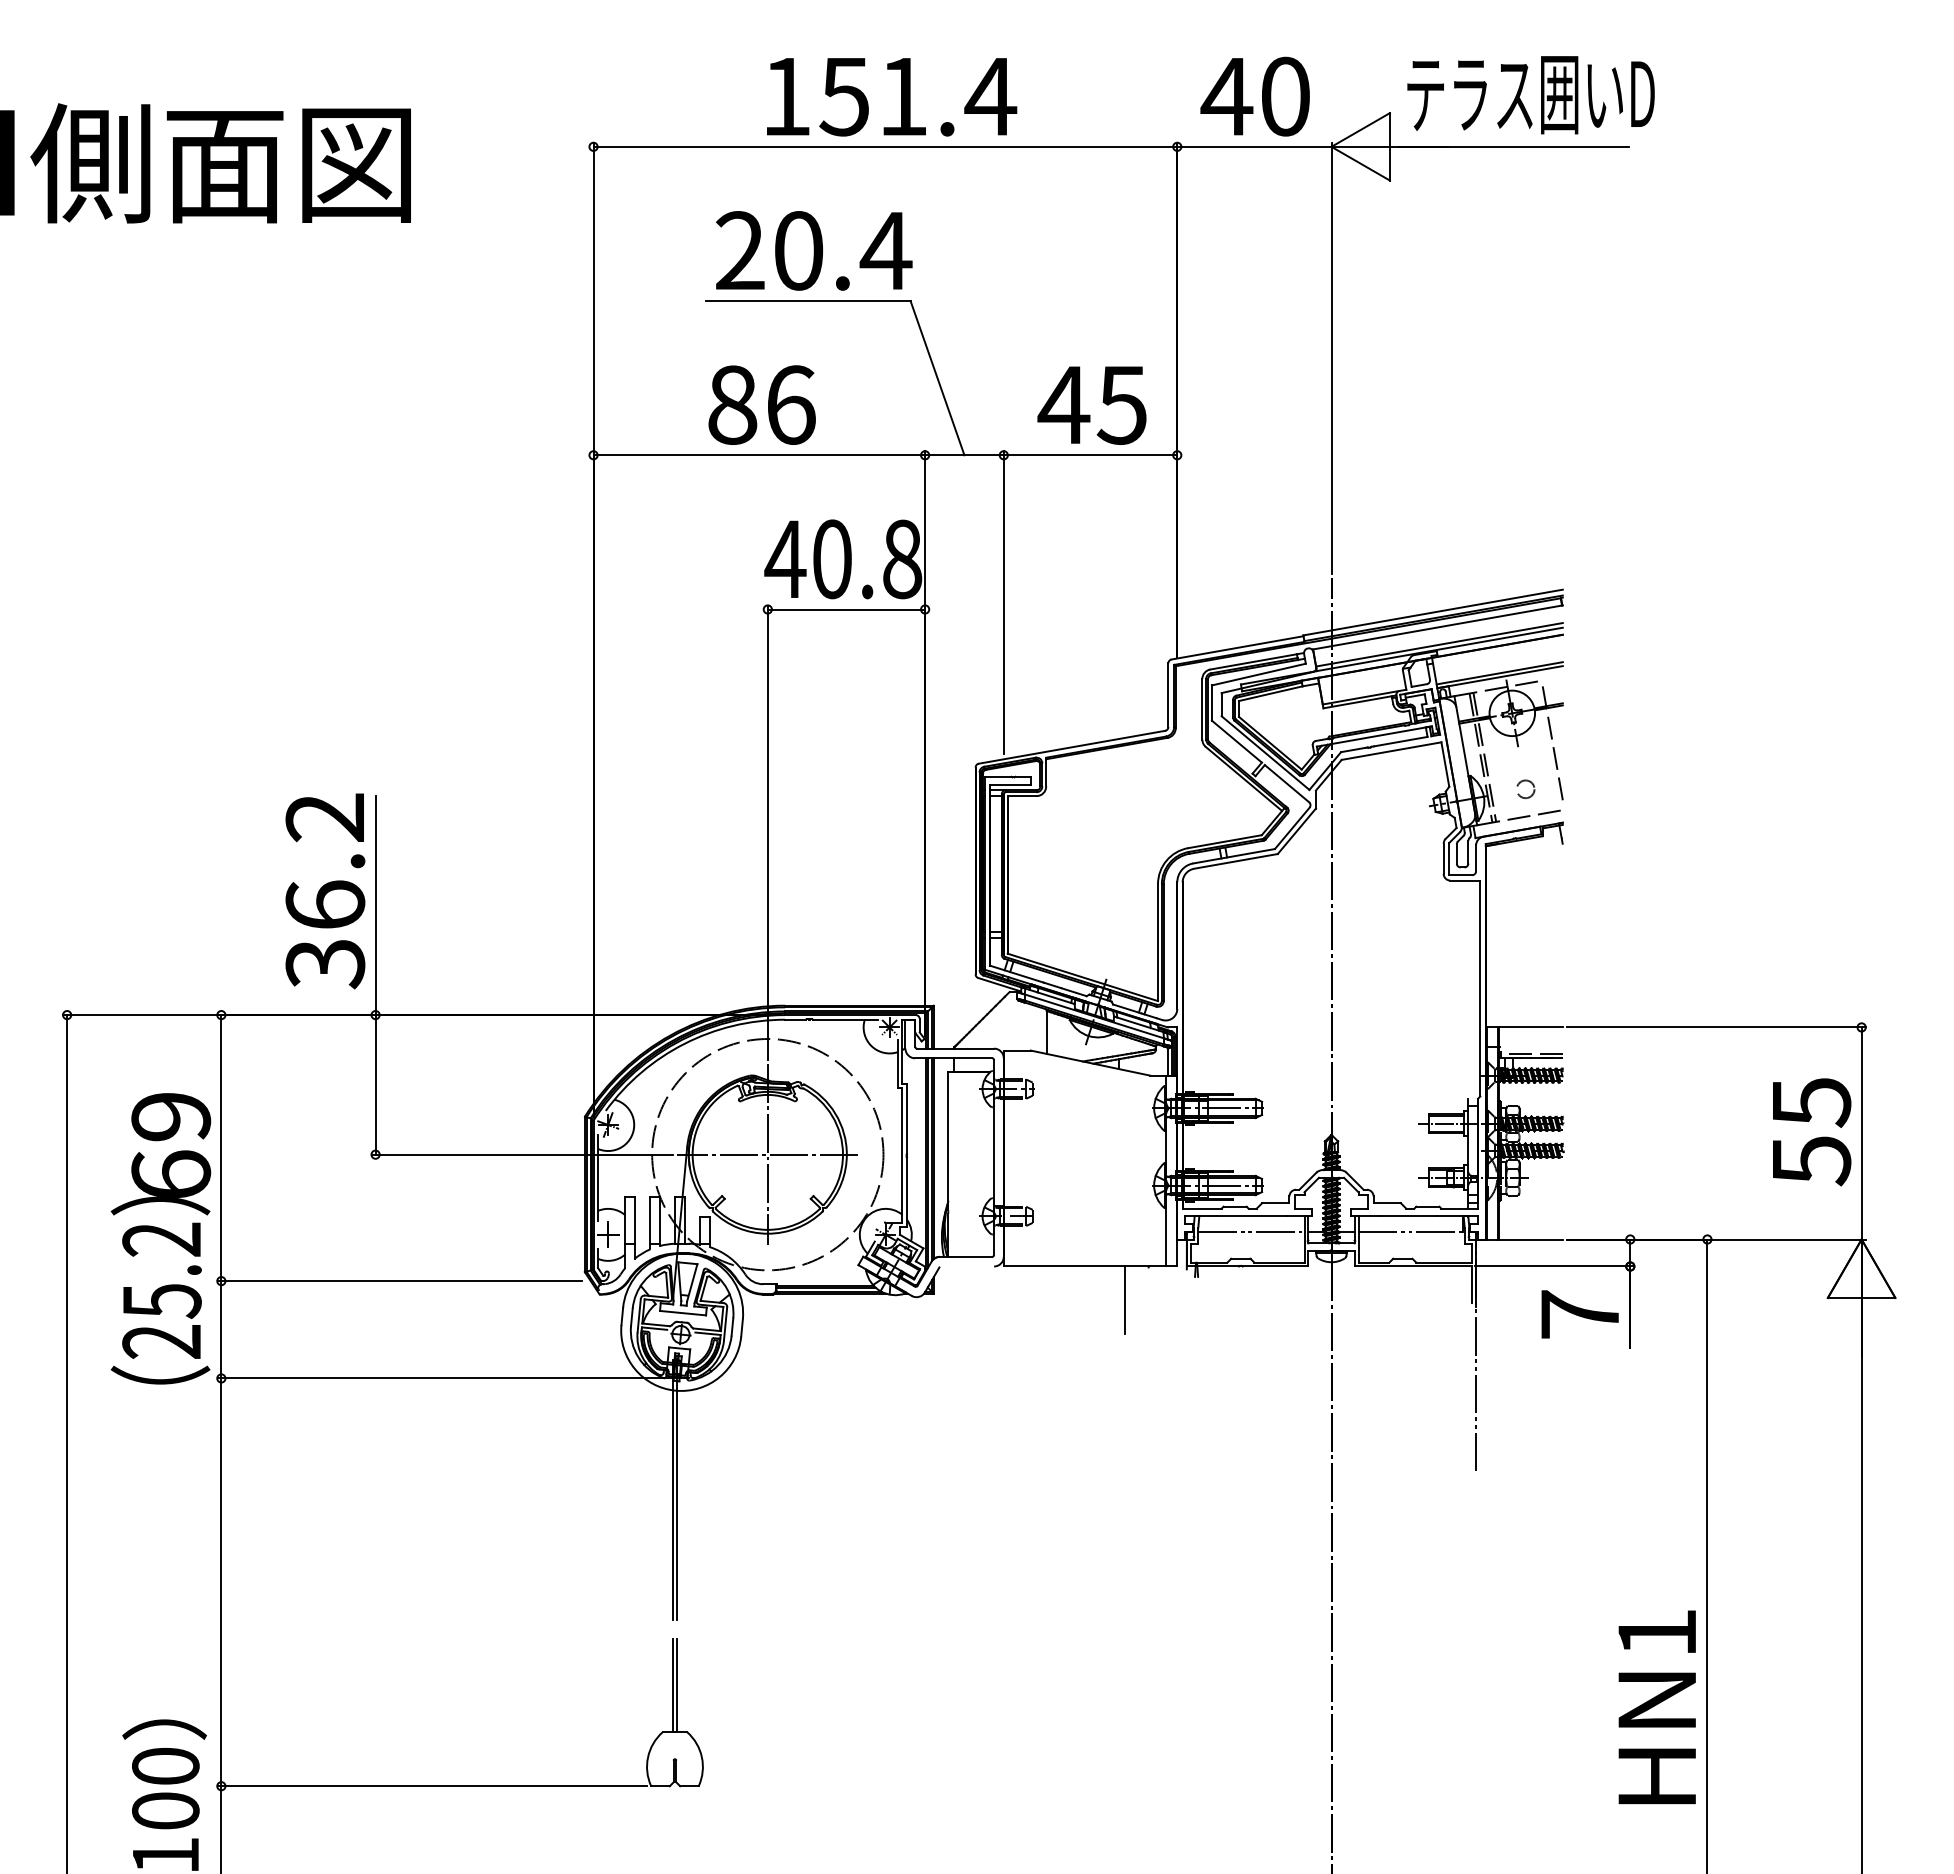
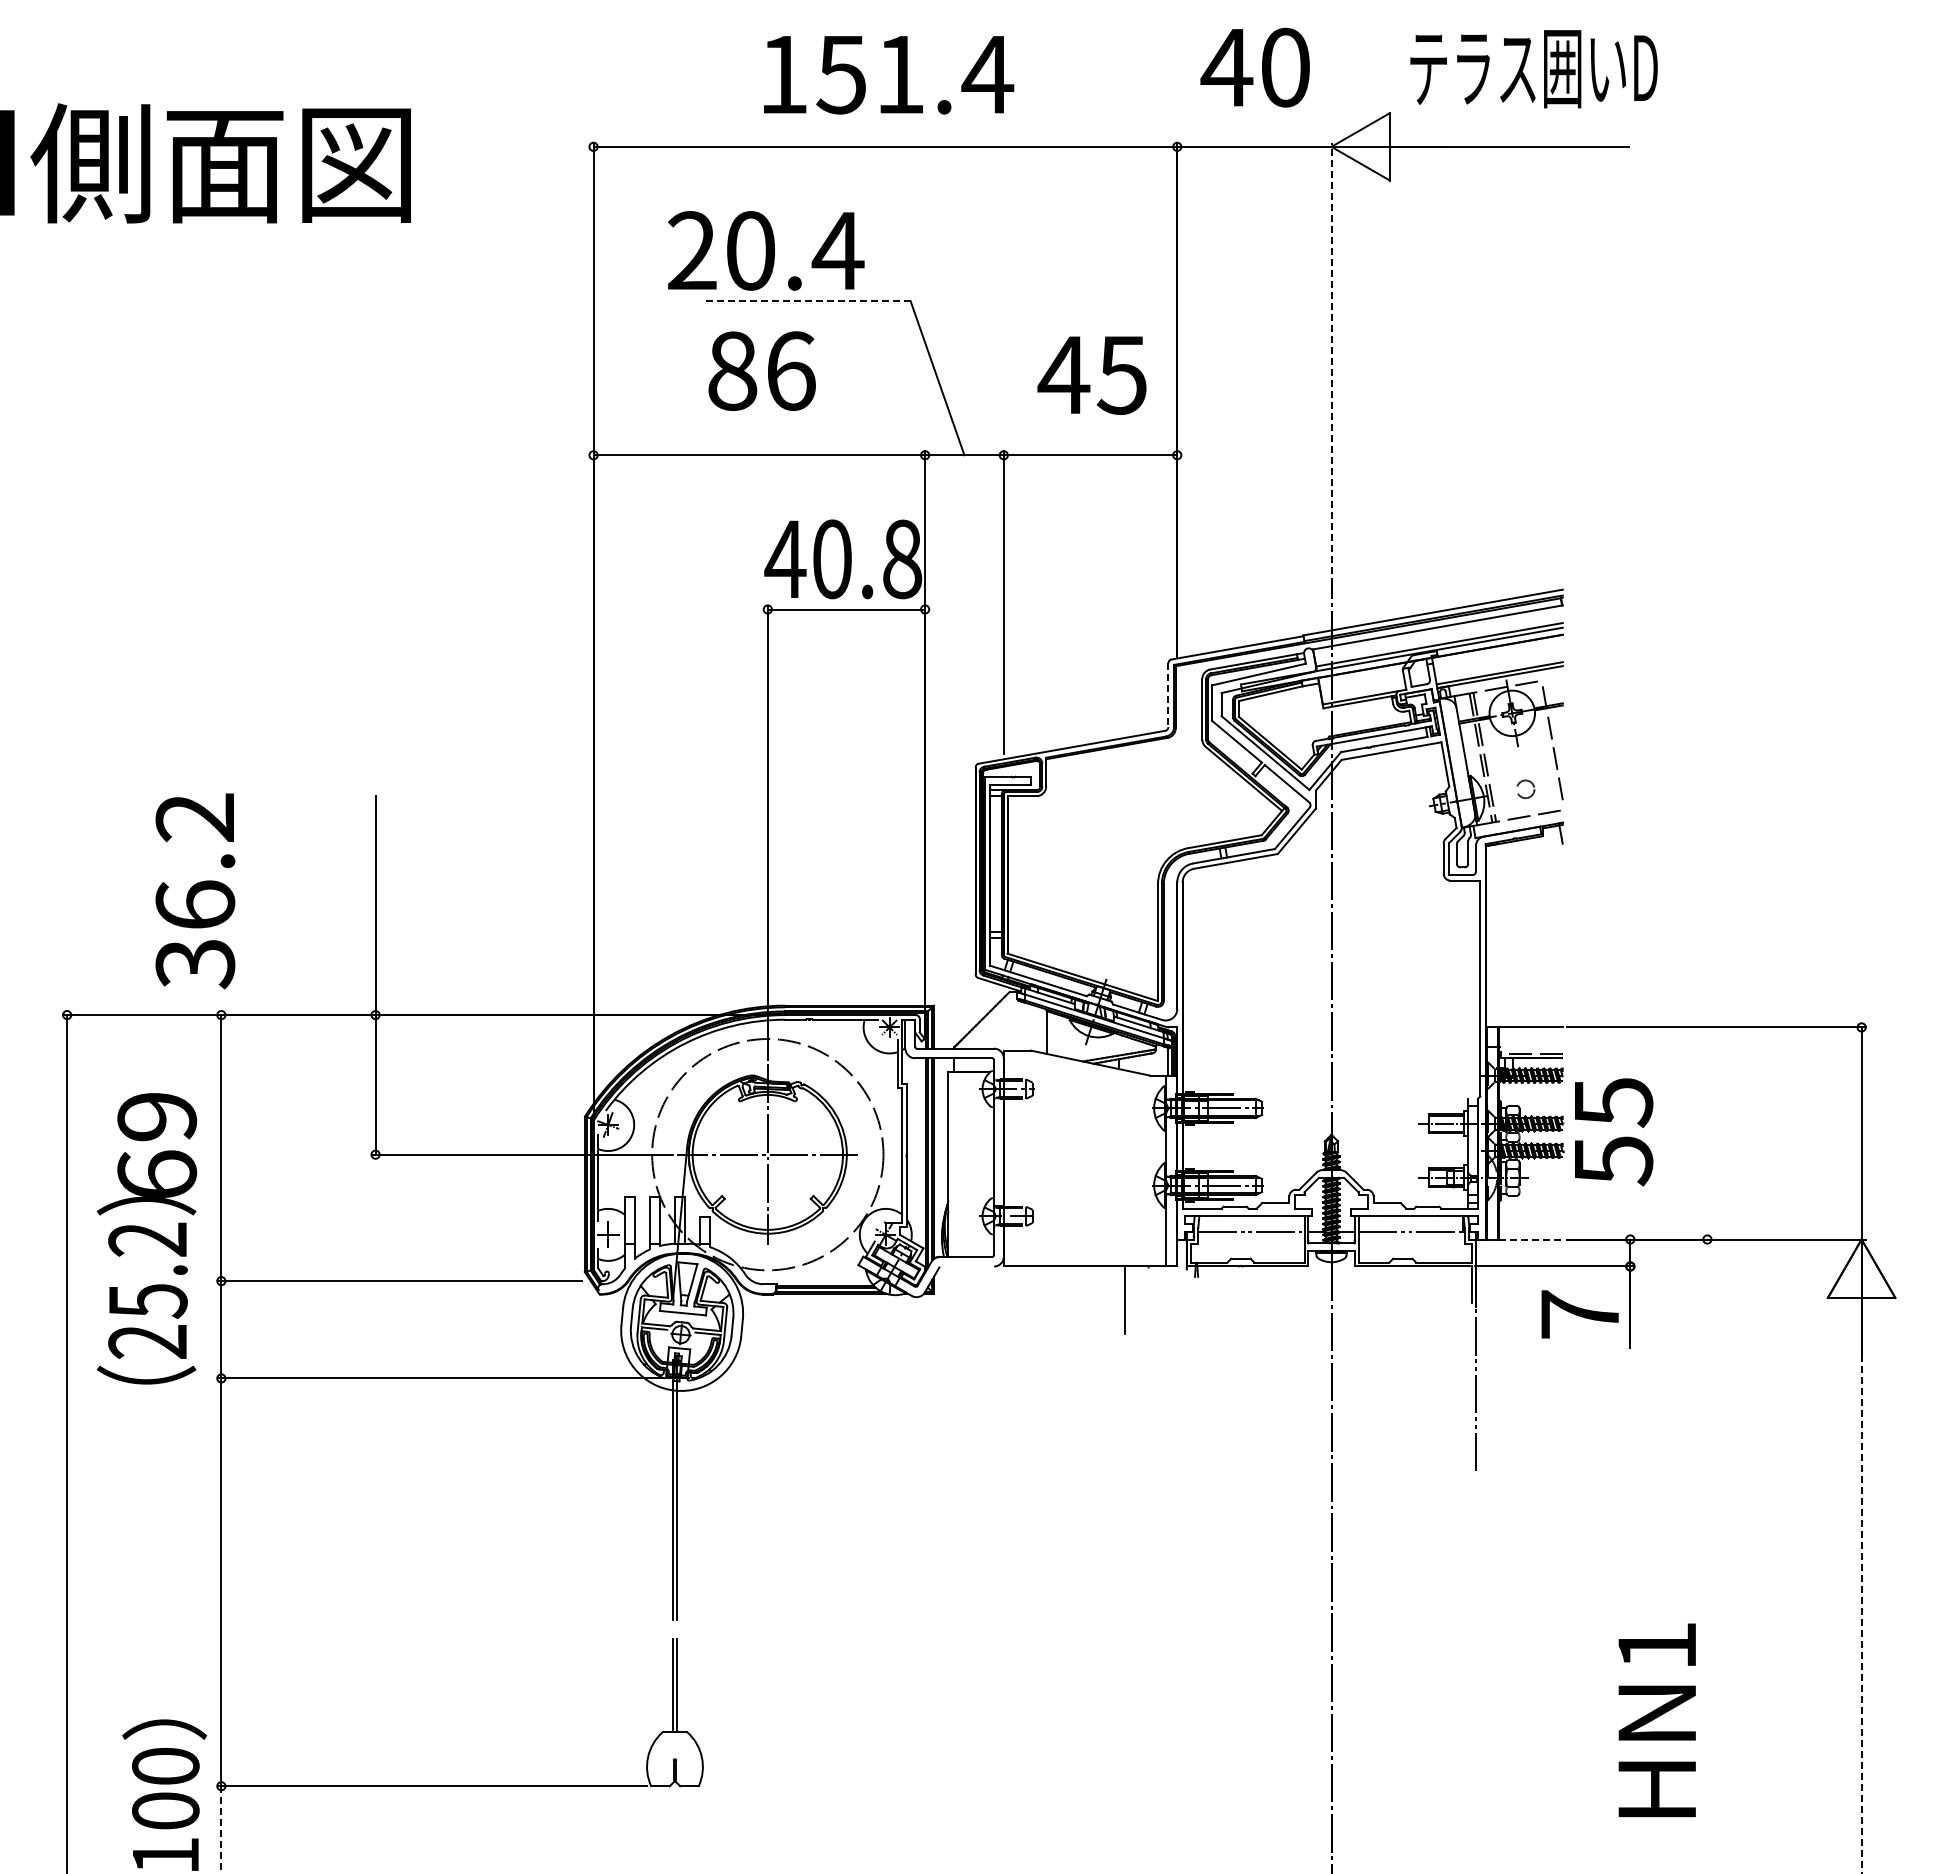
text at (1530, 95) position: (1530, 95) -> (1533, 69)
text at (1254, 96) position: (1254, 96) -> (1254, 67)
text at (892, 97) position: (892, 97) -> (889, 75)
text at (814, 250) position: (814, 250) -> (766, 250)
line at (807, 301): solid -> dashed
line at (1331, 358): solid -> dashed
text at (761, 404) position: (761, 404) -> (761, 370)
text at (1091, 405) position: (1091, 405) -> (1091, 375)
line at (1168, 695): solid -> dashed
text at (325, 891) position: (325, 891) -> (195, 891)
text at (1812, 1132) position: (1812, 1132) -> (1614, 1132)
text at (160, 1238) position: (160, 1238) -> (146, 1238)
line at (1531, 1239): solid -> dashed
line at (1707, 1554): present -> none
line at (1861, 1589): solid -> dashed
text at (1656, 1707) position: (1656, 1707) -> (1656, 1720)
line at (221, 1830): solid -> dashed
